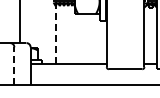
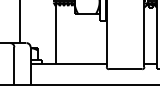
line at (55, 34): dashed -> solid
line at (14, 66): dashed -> solid
